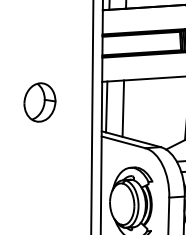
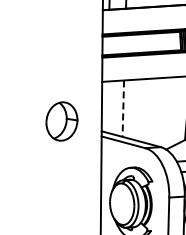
part at (39, 102) position: (39, 102) -> (61, 121)
line at (106, 106): present -> none
line at (123, 109): solid -> dashed
line at (92, 116): present -> none
